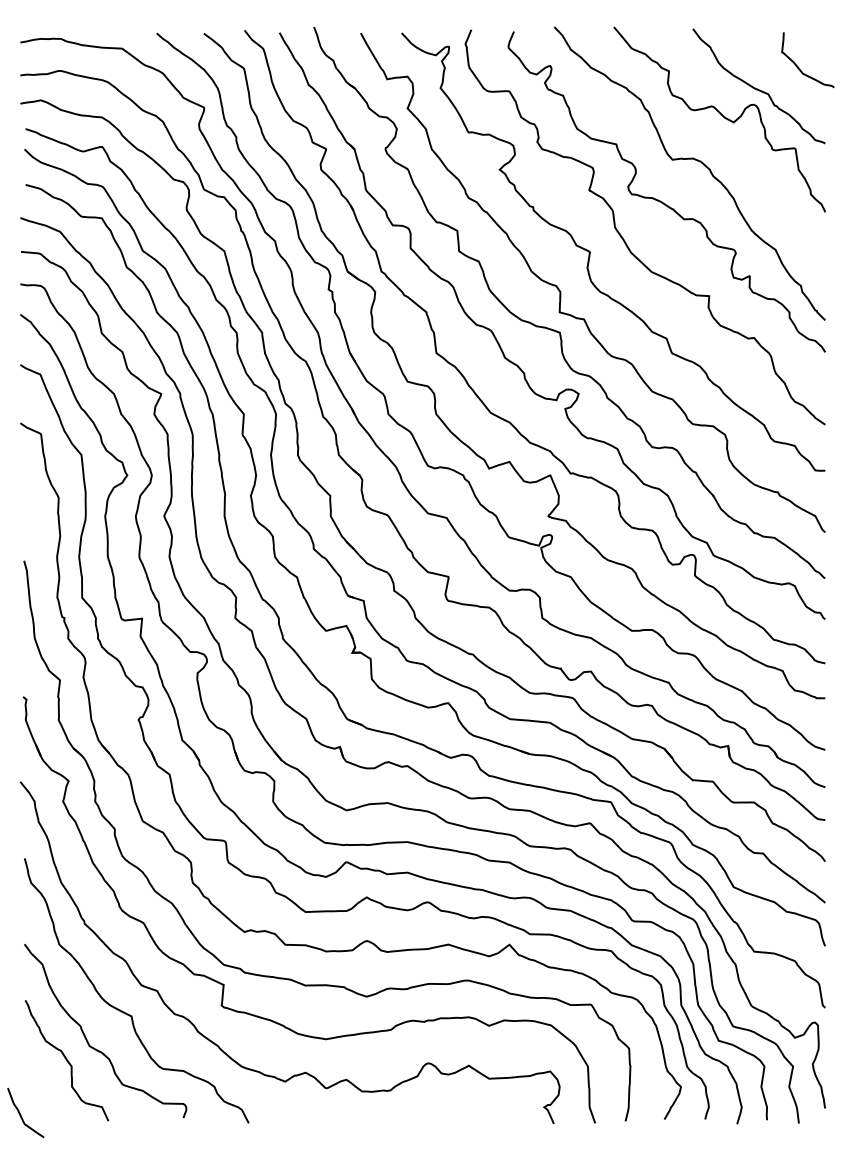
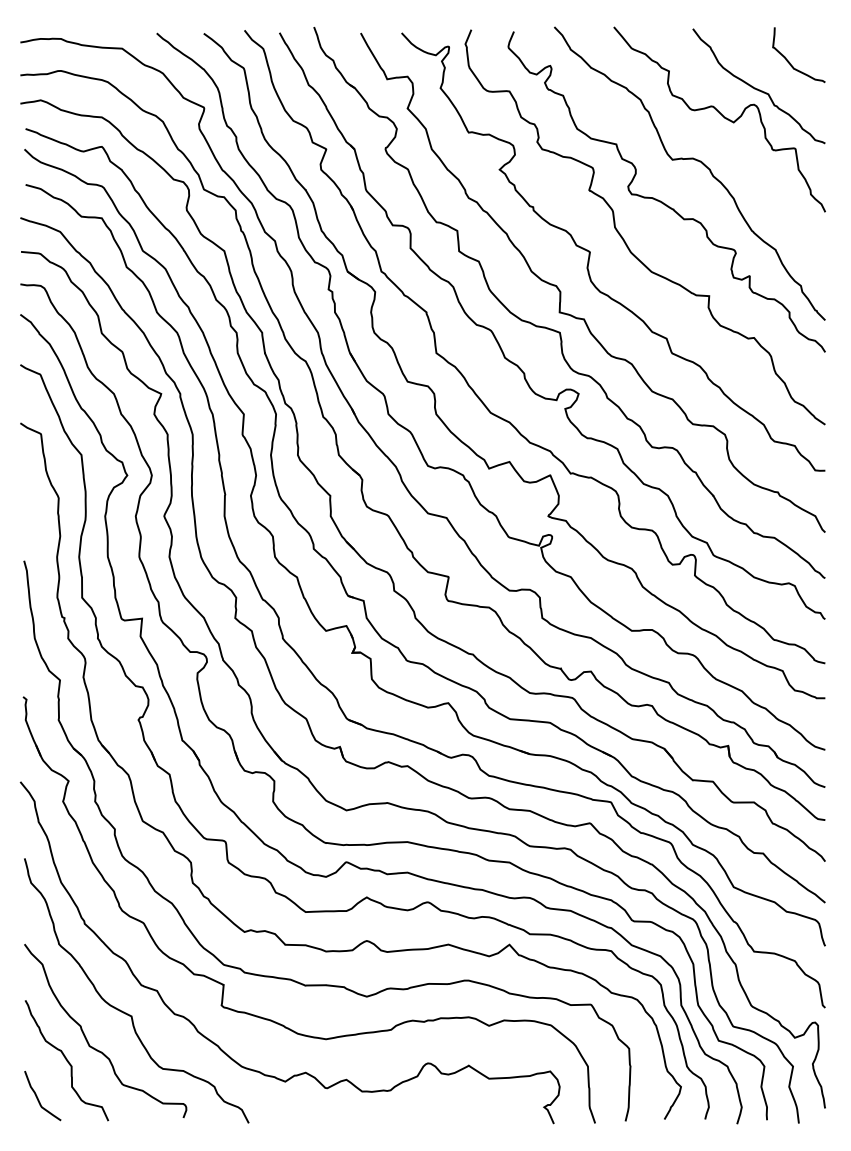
curve at (799, 67) position: (799, 67) -> (790, 62)
curve at (21, 1114) position: (21, 1114) -> (38, 1097)
